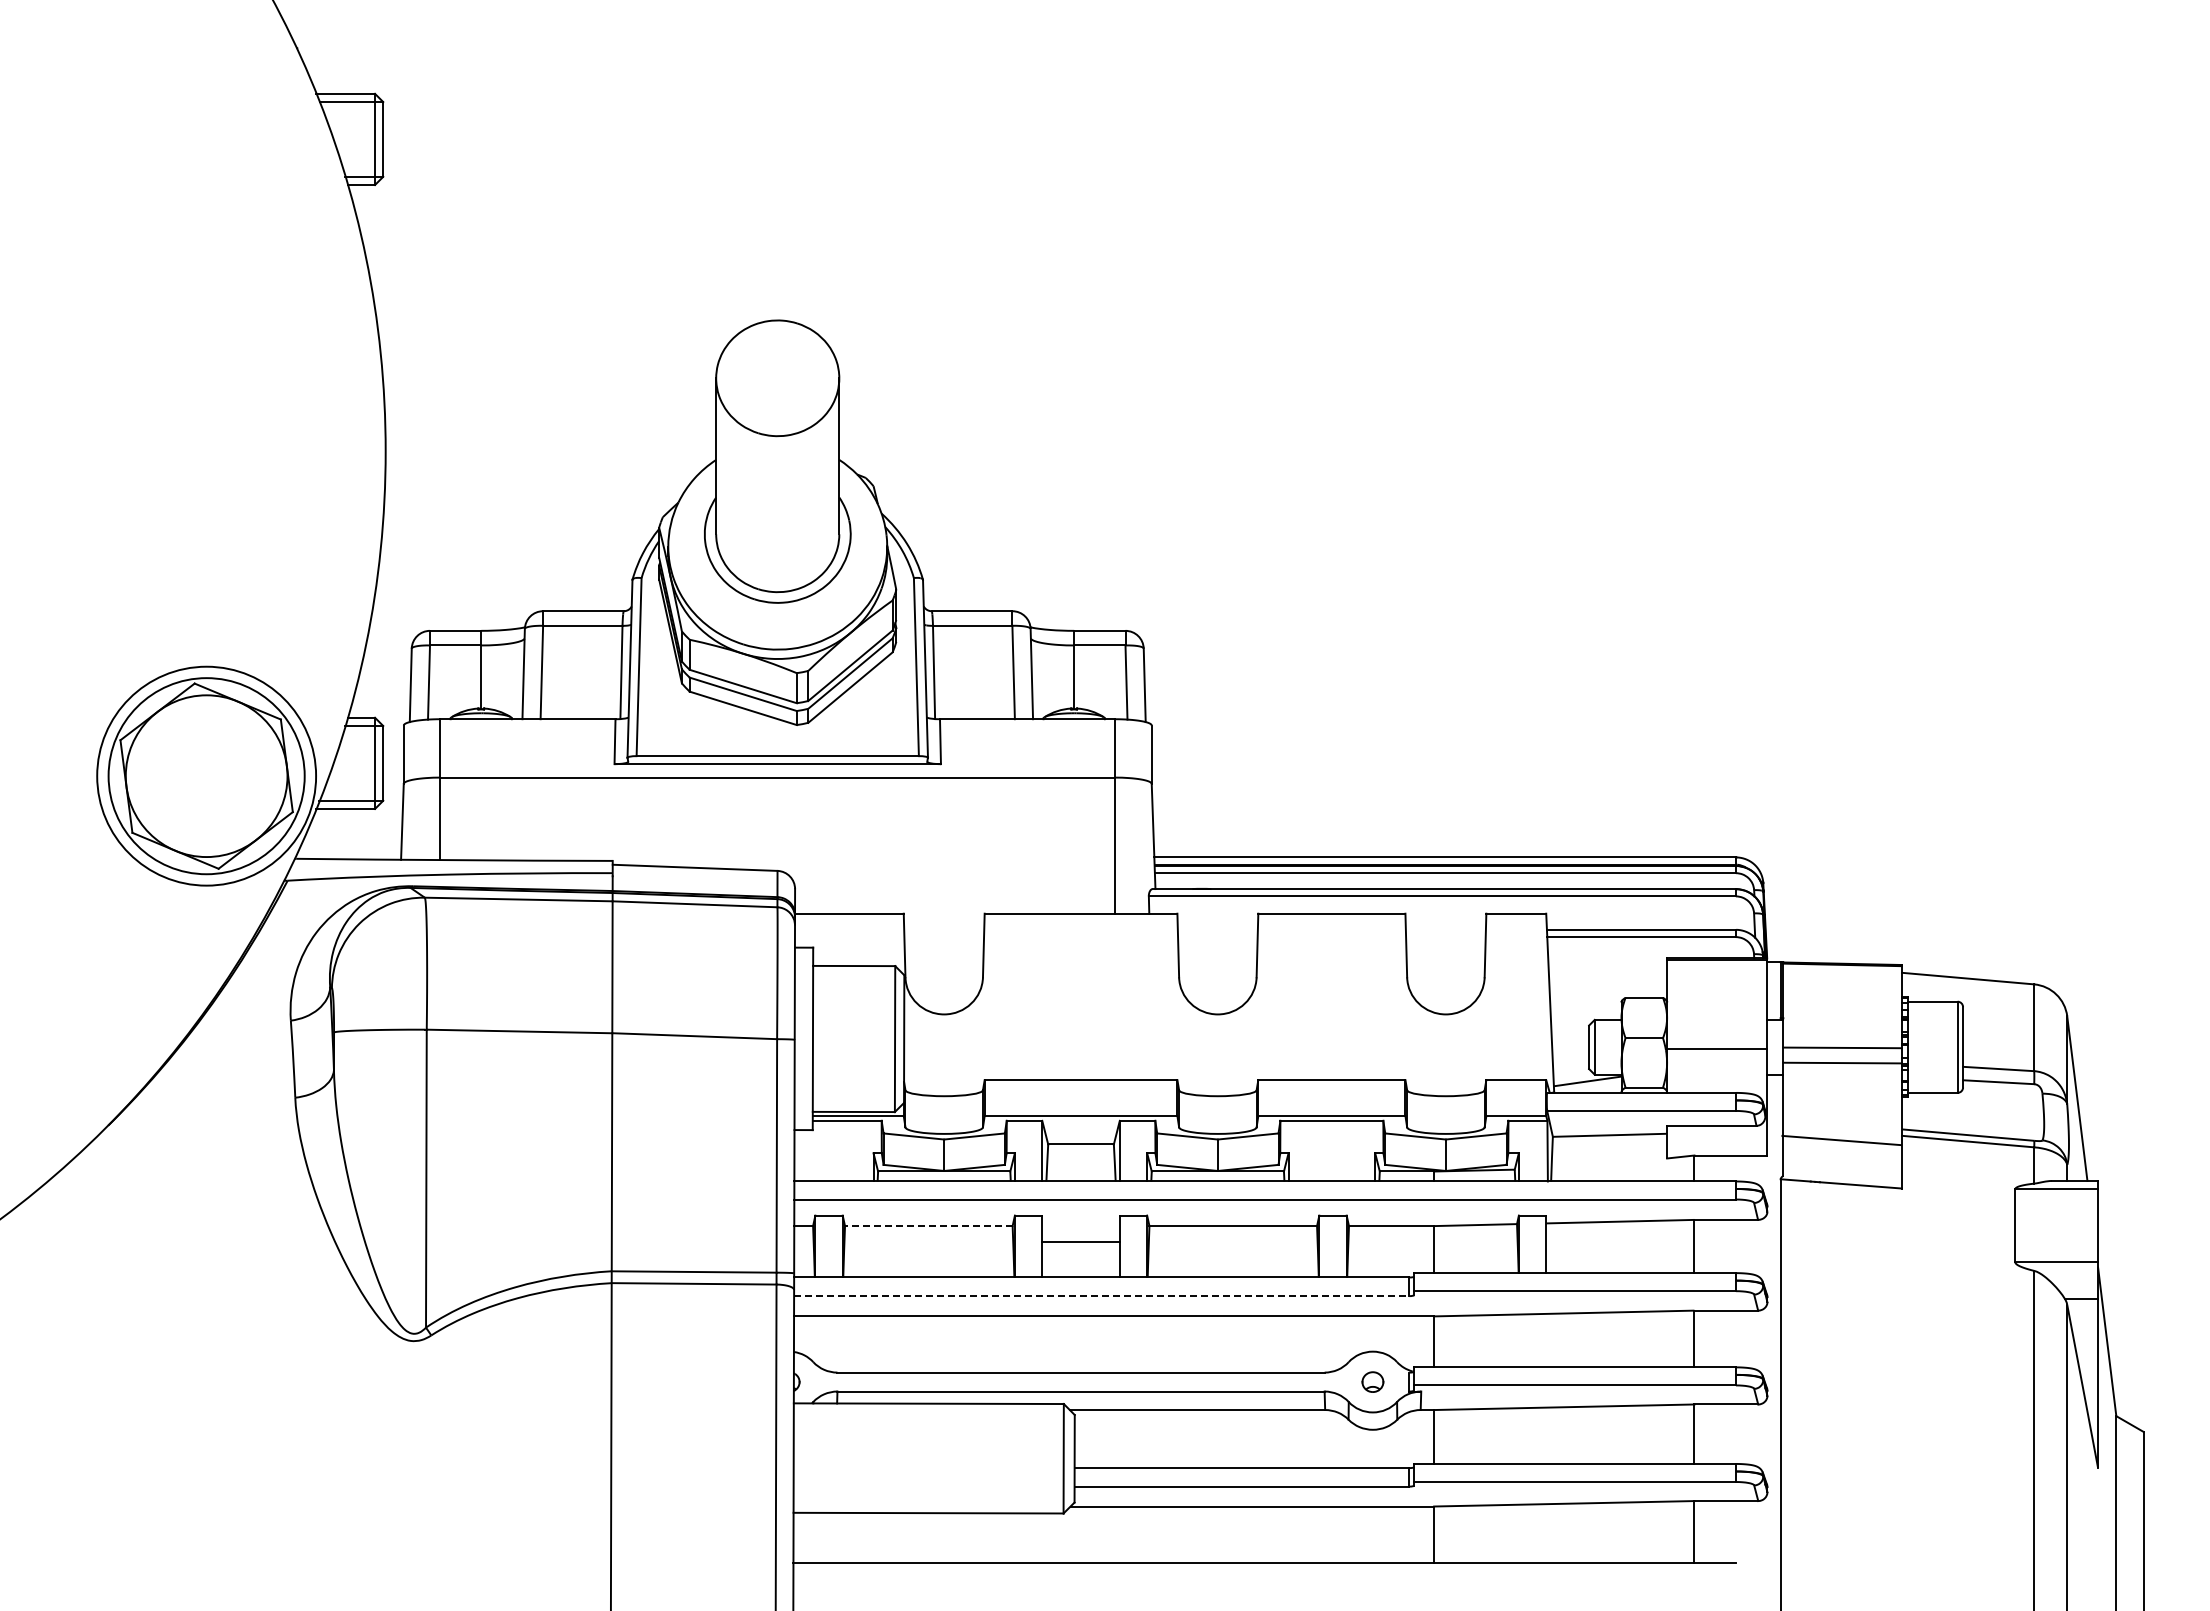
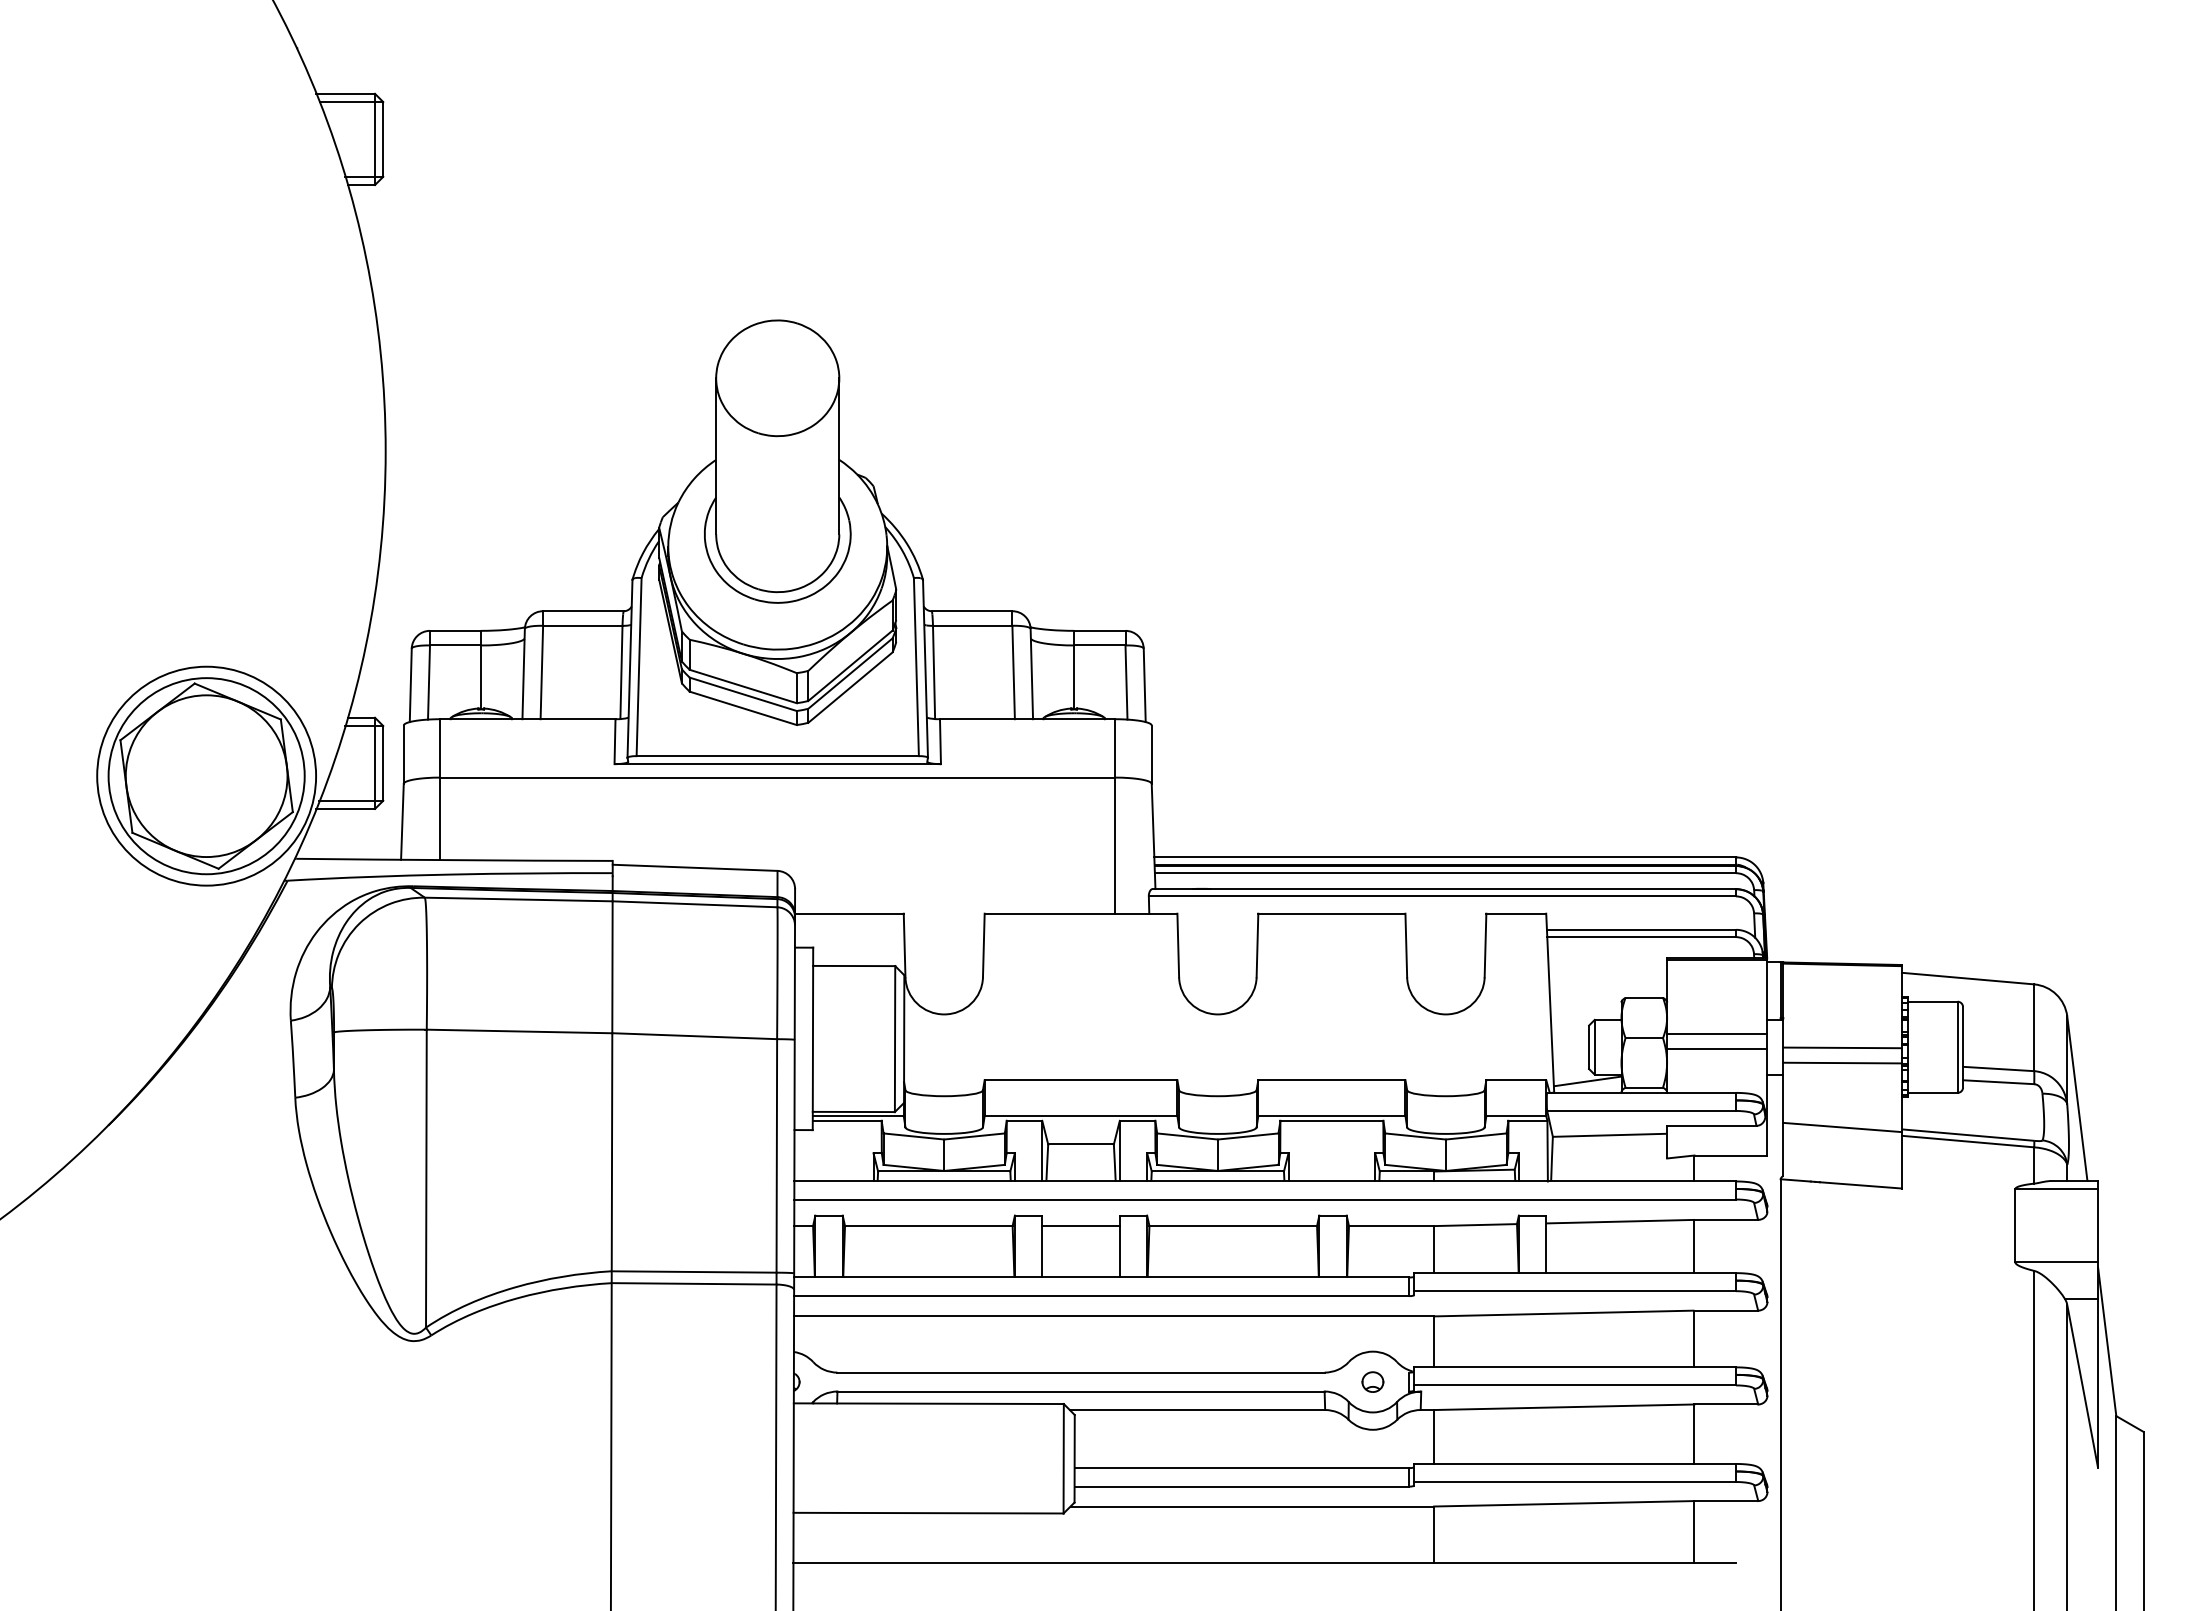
line at (1717, 1033): none -> present
line at (1841, 1140) position: (1841, 1140) -> (1842, 1127)
line at (928, 1226): dashed -> solid
line at (1080, 1242) position: (1080, 1242) -> (1080, 1226)
line at (1101, 1296): dashed -> solid
